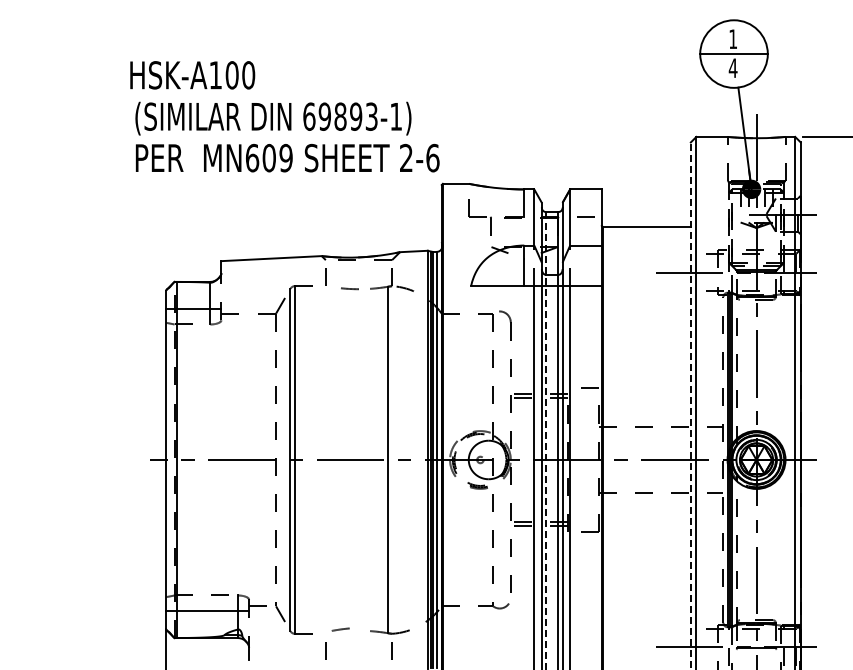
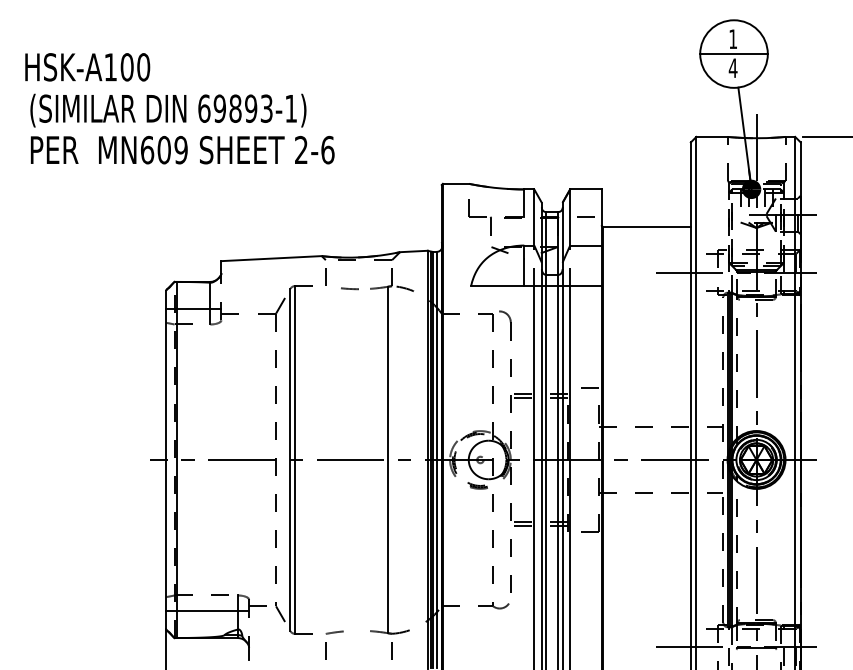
text at (284, 116) position: (284, 116) -> (179, 108)
line at (690, 406): dashed -> solid
line at (546, 440): dashed -> solid
line at (340, 629) position: (340, 629) -> (334, 632)
